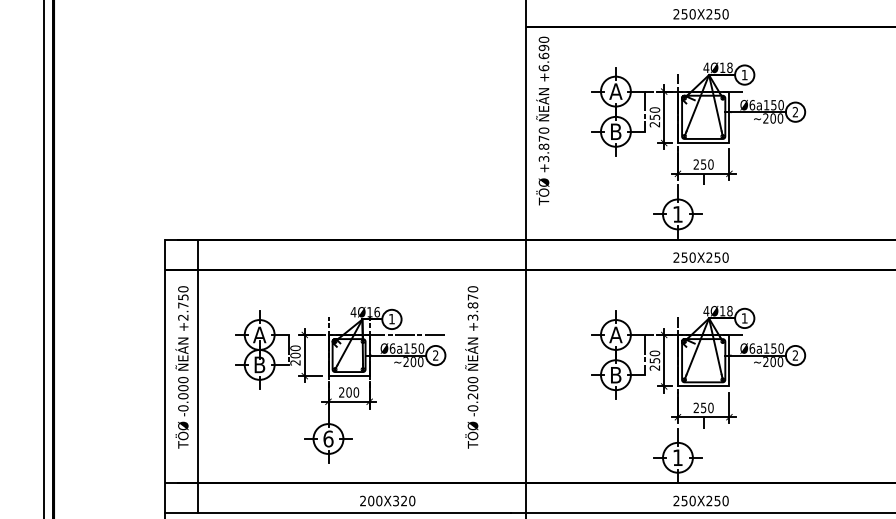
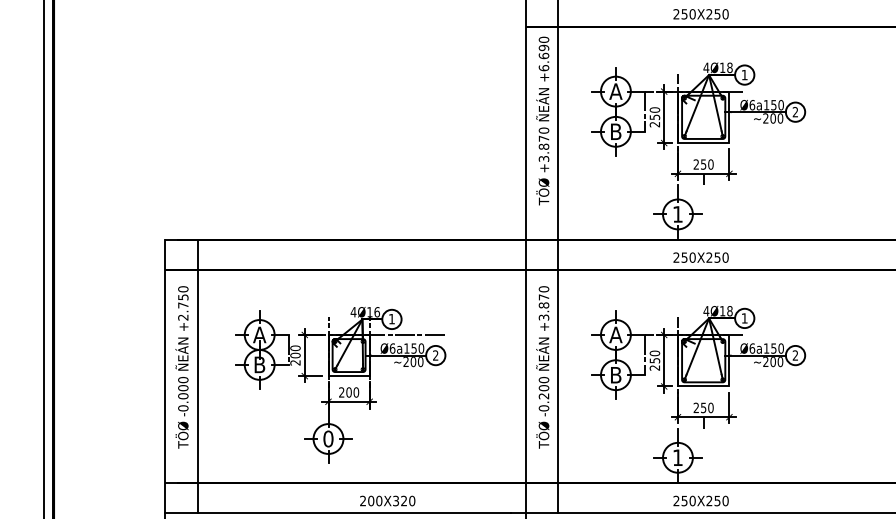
line at (558, 257): none -> present
text at (471, 367) position: (471, 367) -> (542, 367)
text at (328, 438): 6 -> 0
